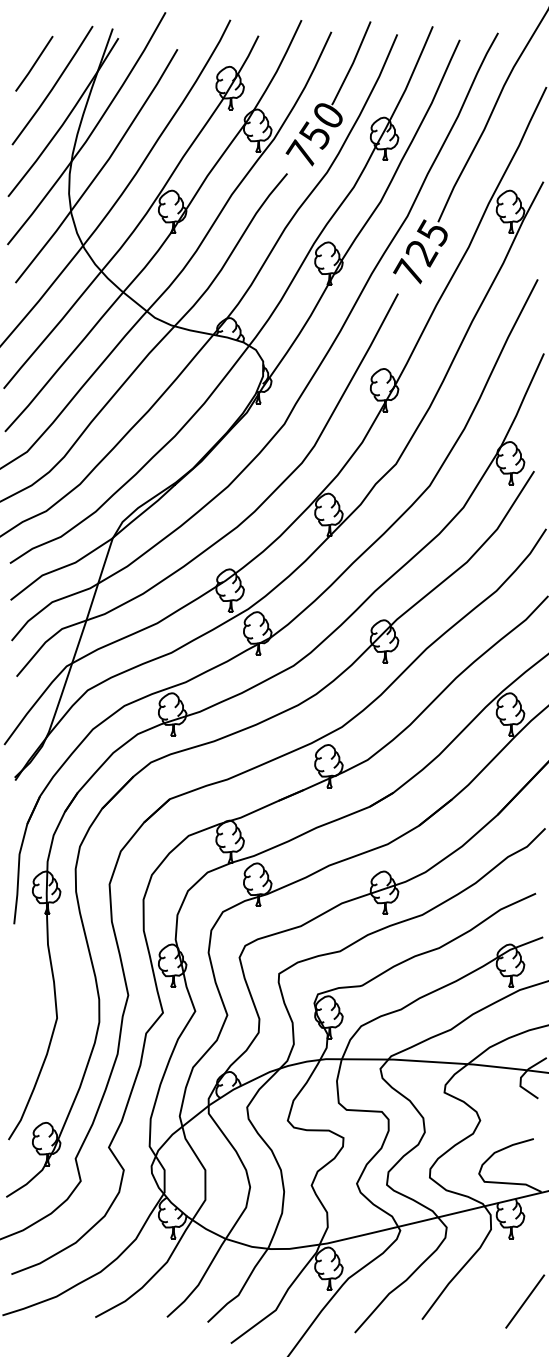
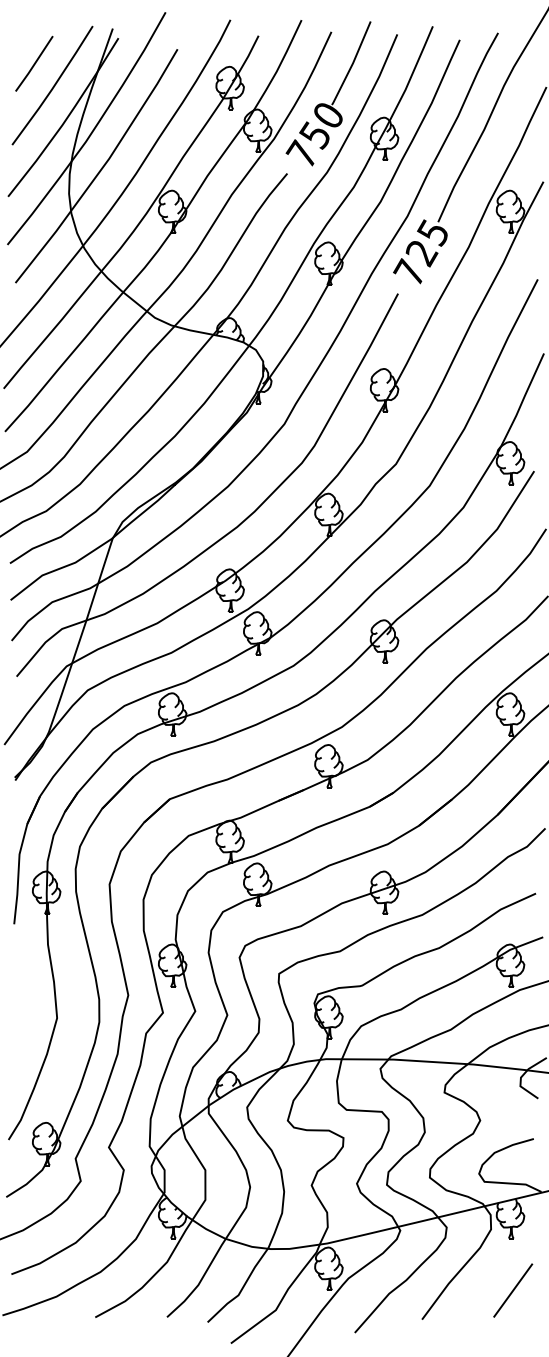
line at (525, 1301) position: (525, 1301) -> (513, 1290)
